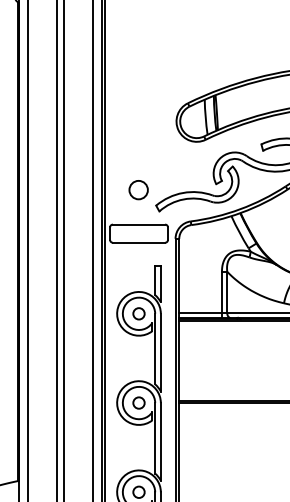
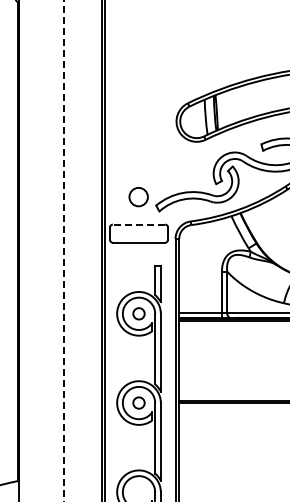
circle at (138, 190) position: (138, 190) -> (138, 197)
line at (138, 224): solid -> dashed
line at (28, 250): present -> none
line at (56, 250): present -> none
line at (92, 250): present -> none
line at (64, 251): solid -> dashed
circle at (138, 491): present -> none
